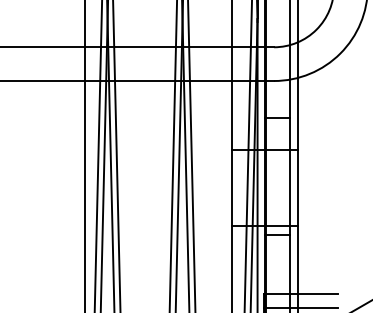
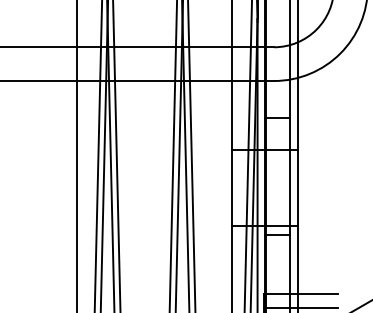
line at (85, 155) position: (85, 155) -> (77, 155)
